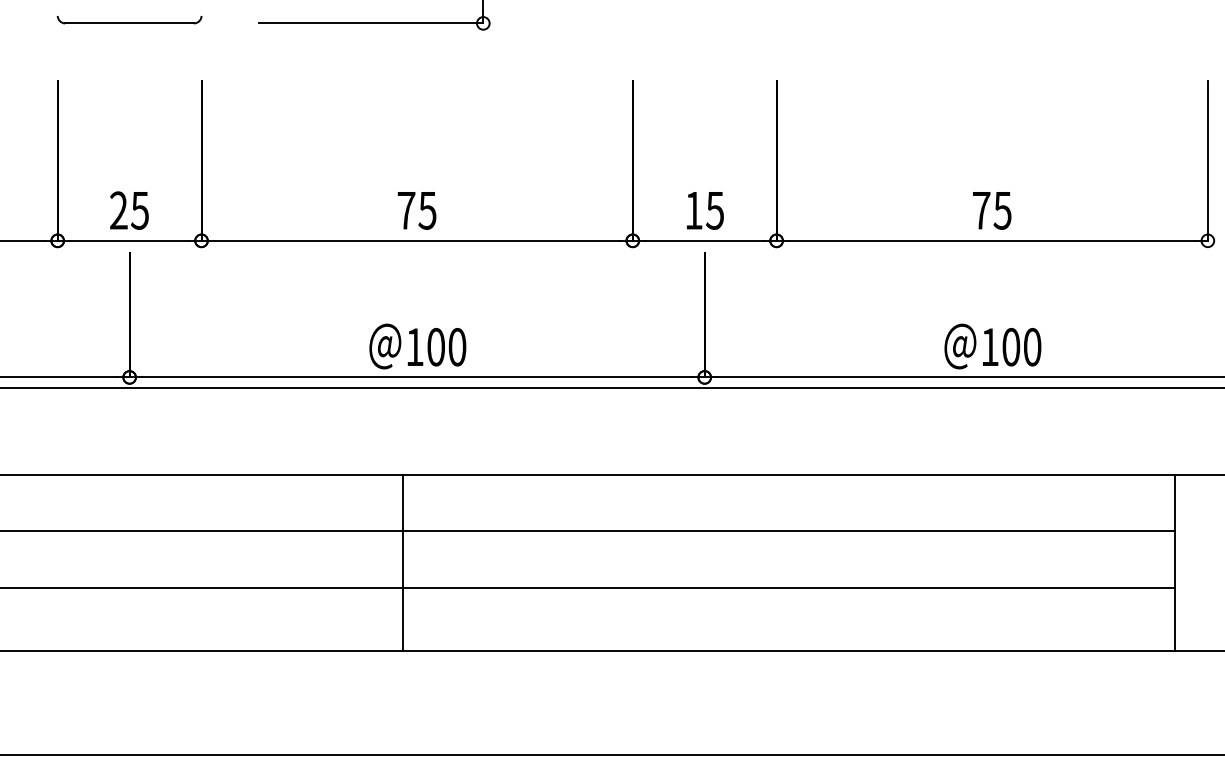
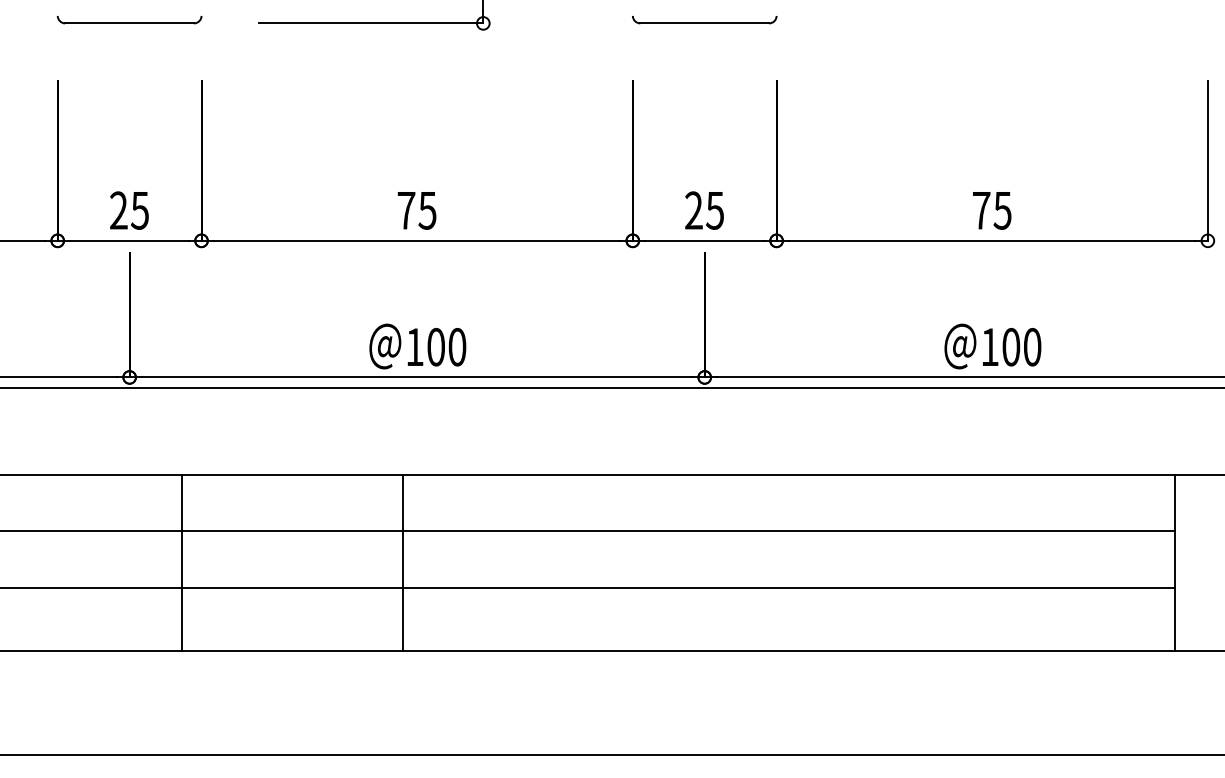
part at (704, 20): none -> present
text at (693, 210): 15 -> 25
line at (182, 562): none -> present
